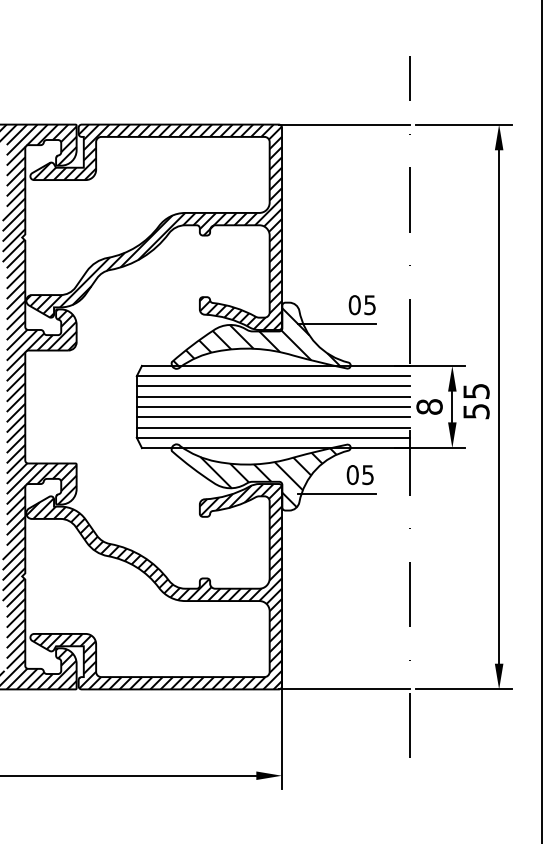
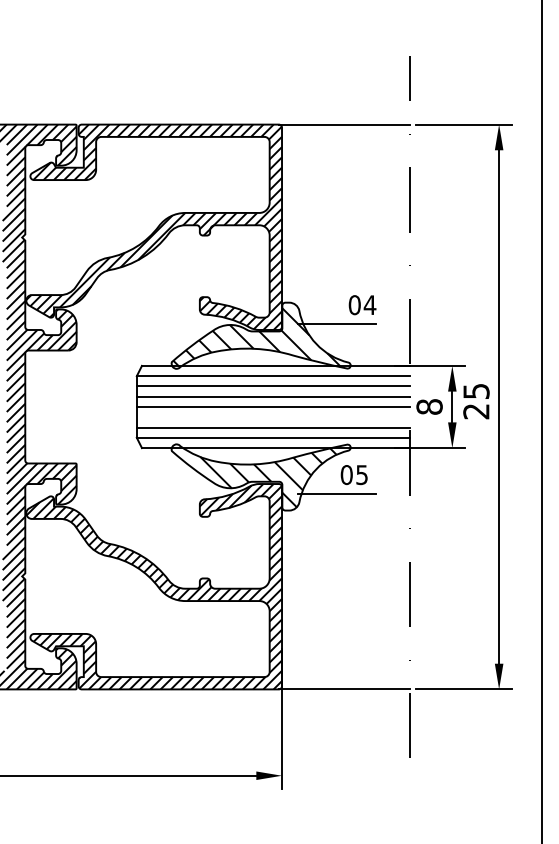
text at (369, 305): 05 -> 04
text at (476, 411): 55 -> 25
line at (272, 417): present -> none
text at (359, 475) position: (359, 475) -> (353, 475)
